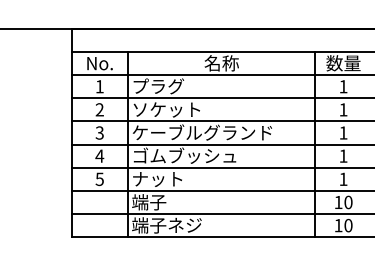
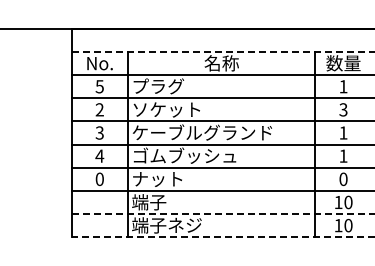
line at (223, 51): solid -> dashed
text at (99, 86): 1 -> 5
text at (343, 109): 1 -> 3
text at (99, 178): 5 -> 0
text at (343, 179): 1 -> 0
line at (223, 214): solid -> dashed
line at (222, 237): solid -> dashed
